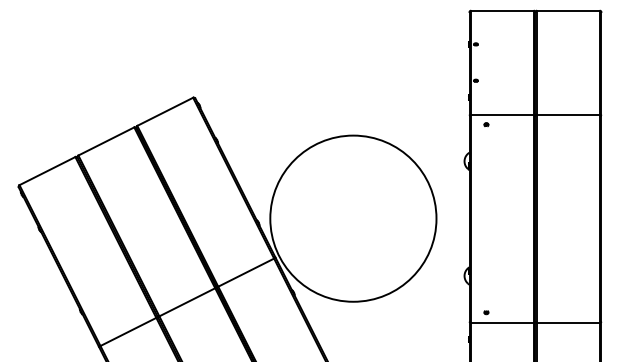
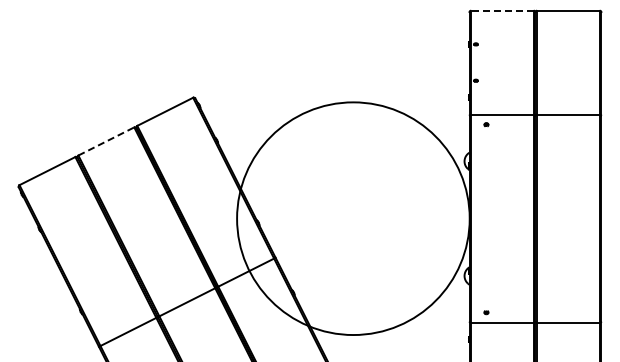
line at (502, 10): solid -> dashed
line at (106, 141): solid -> dashed
circle at (353, 218) diameter: 166 px -> 233 px
